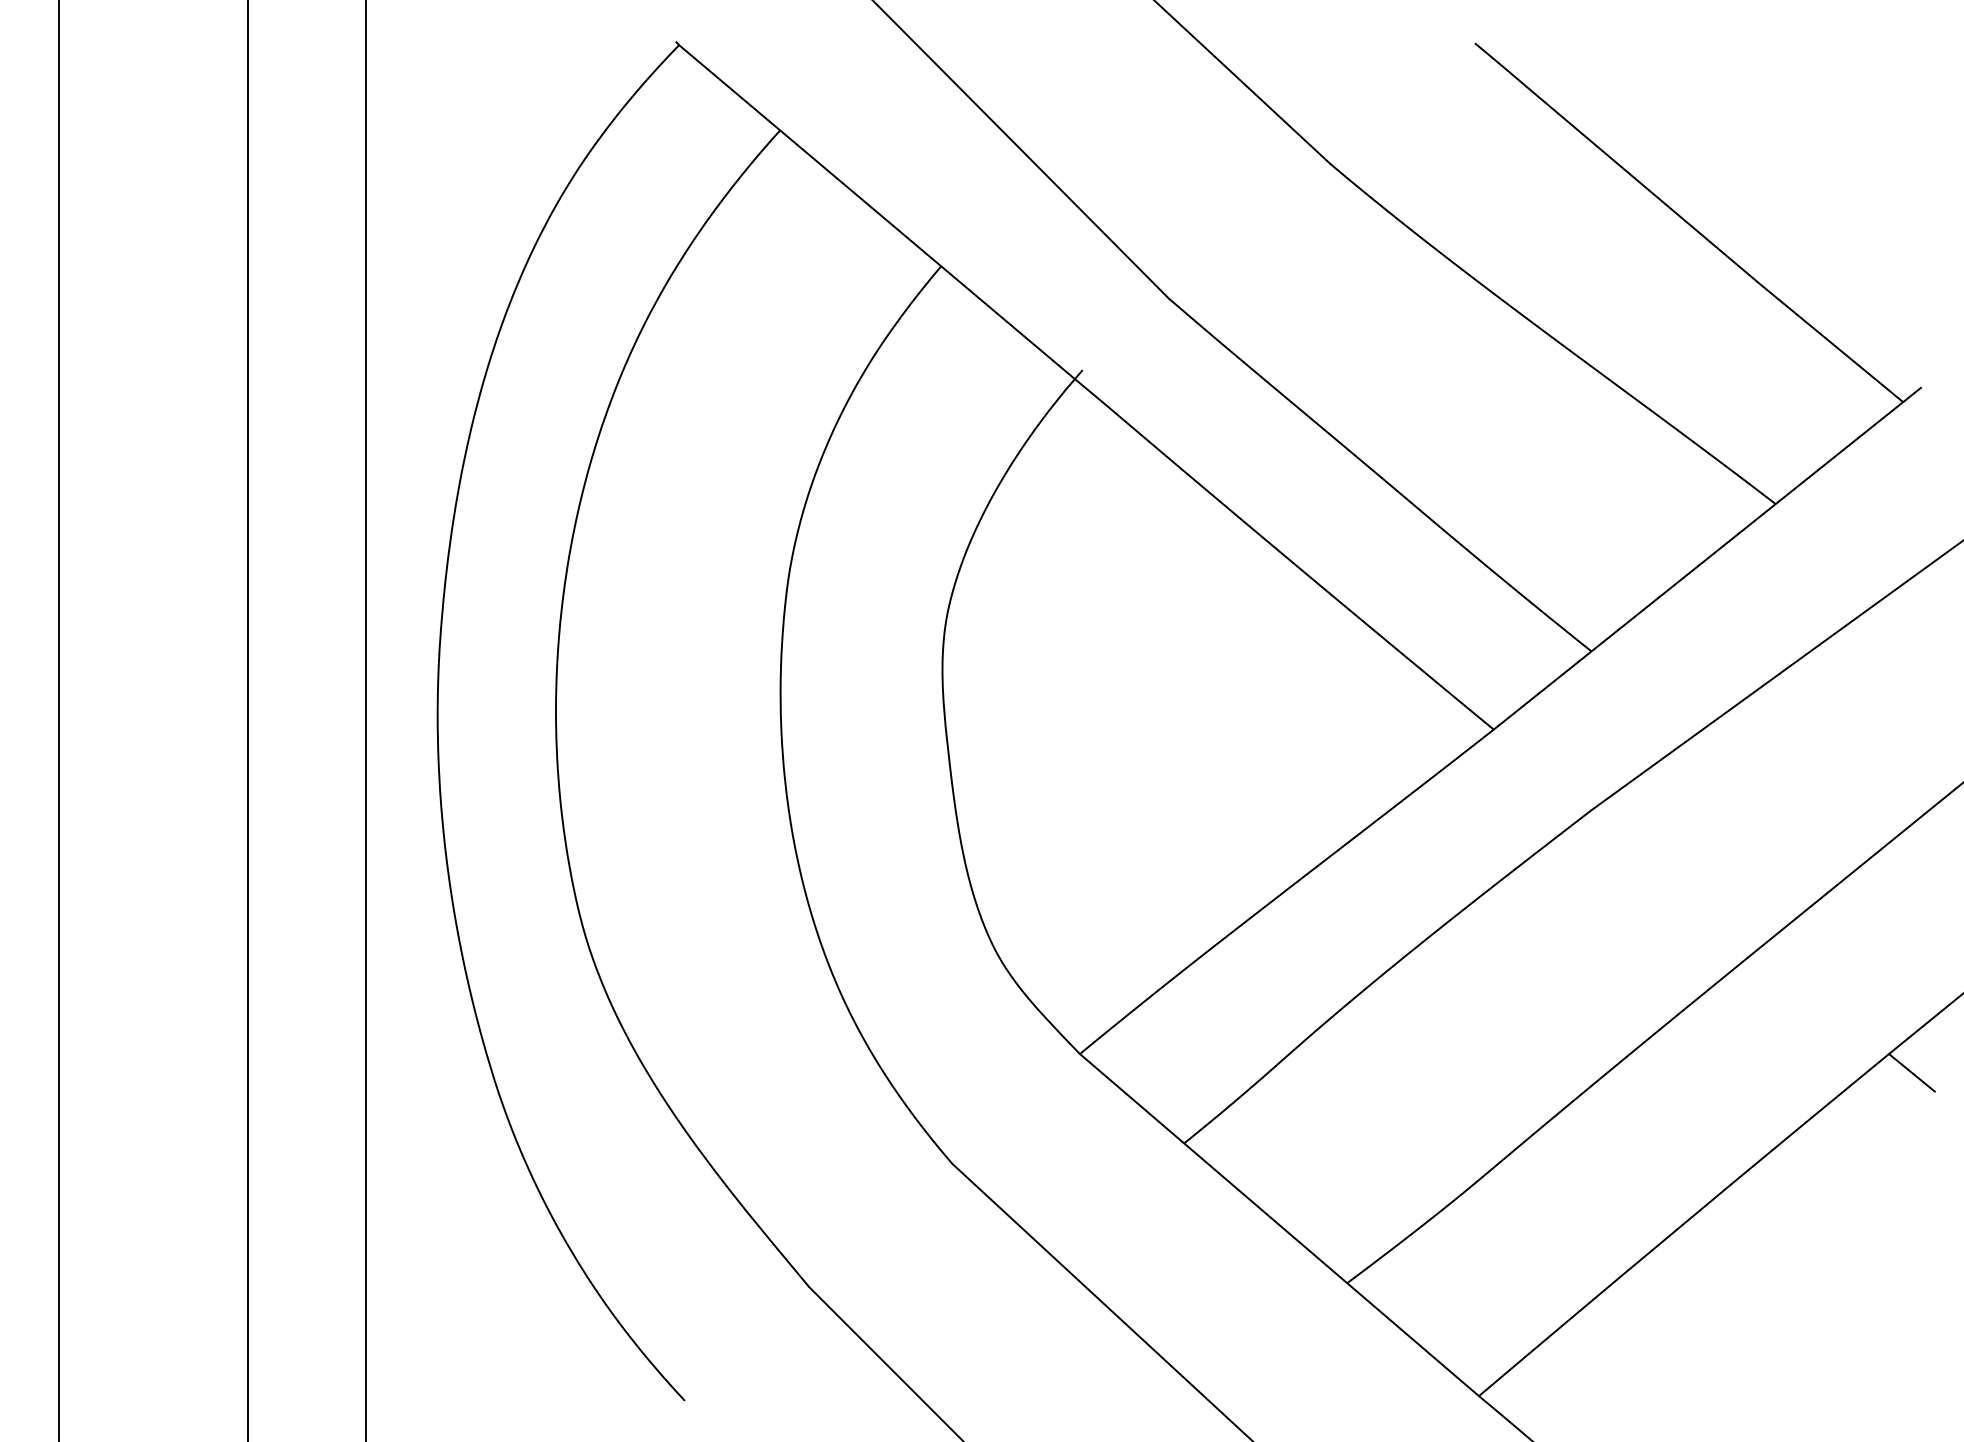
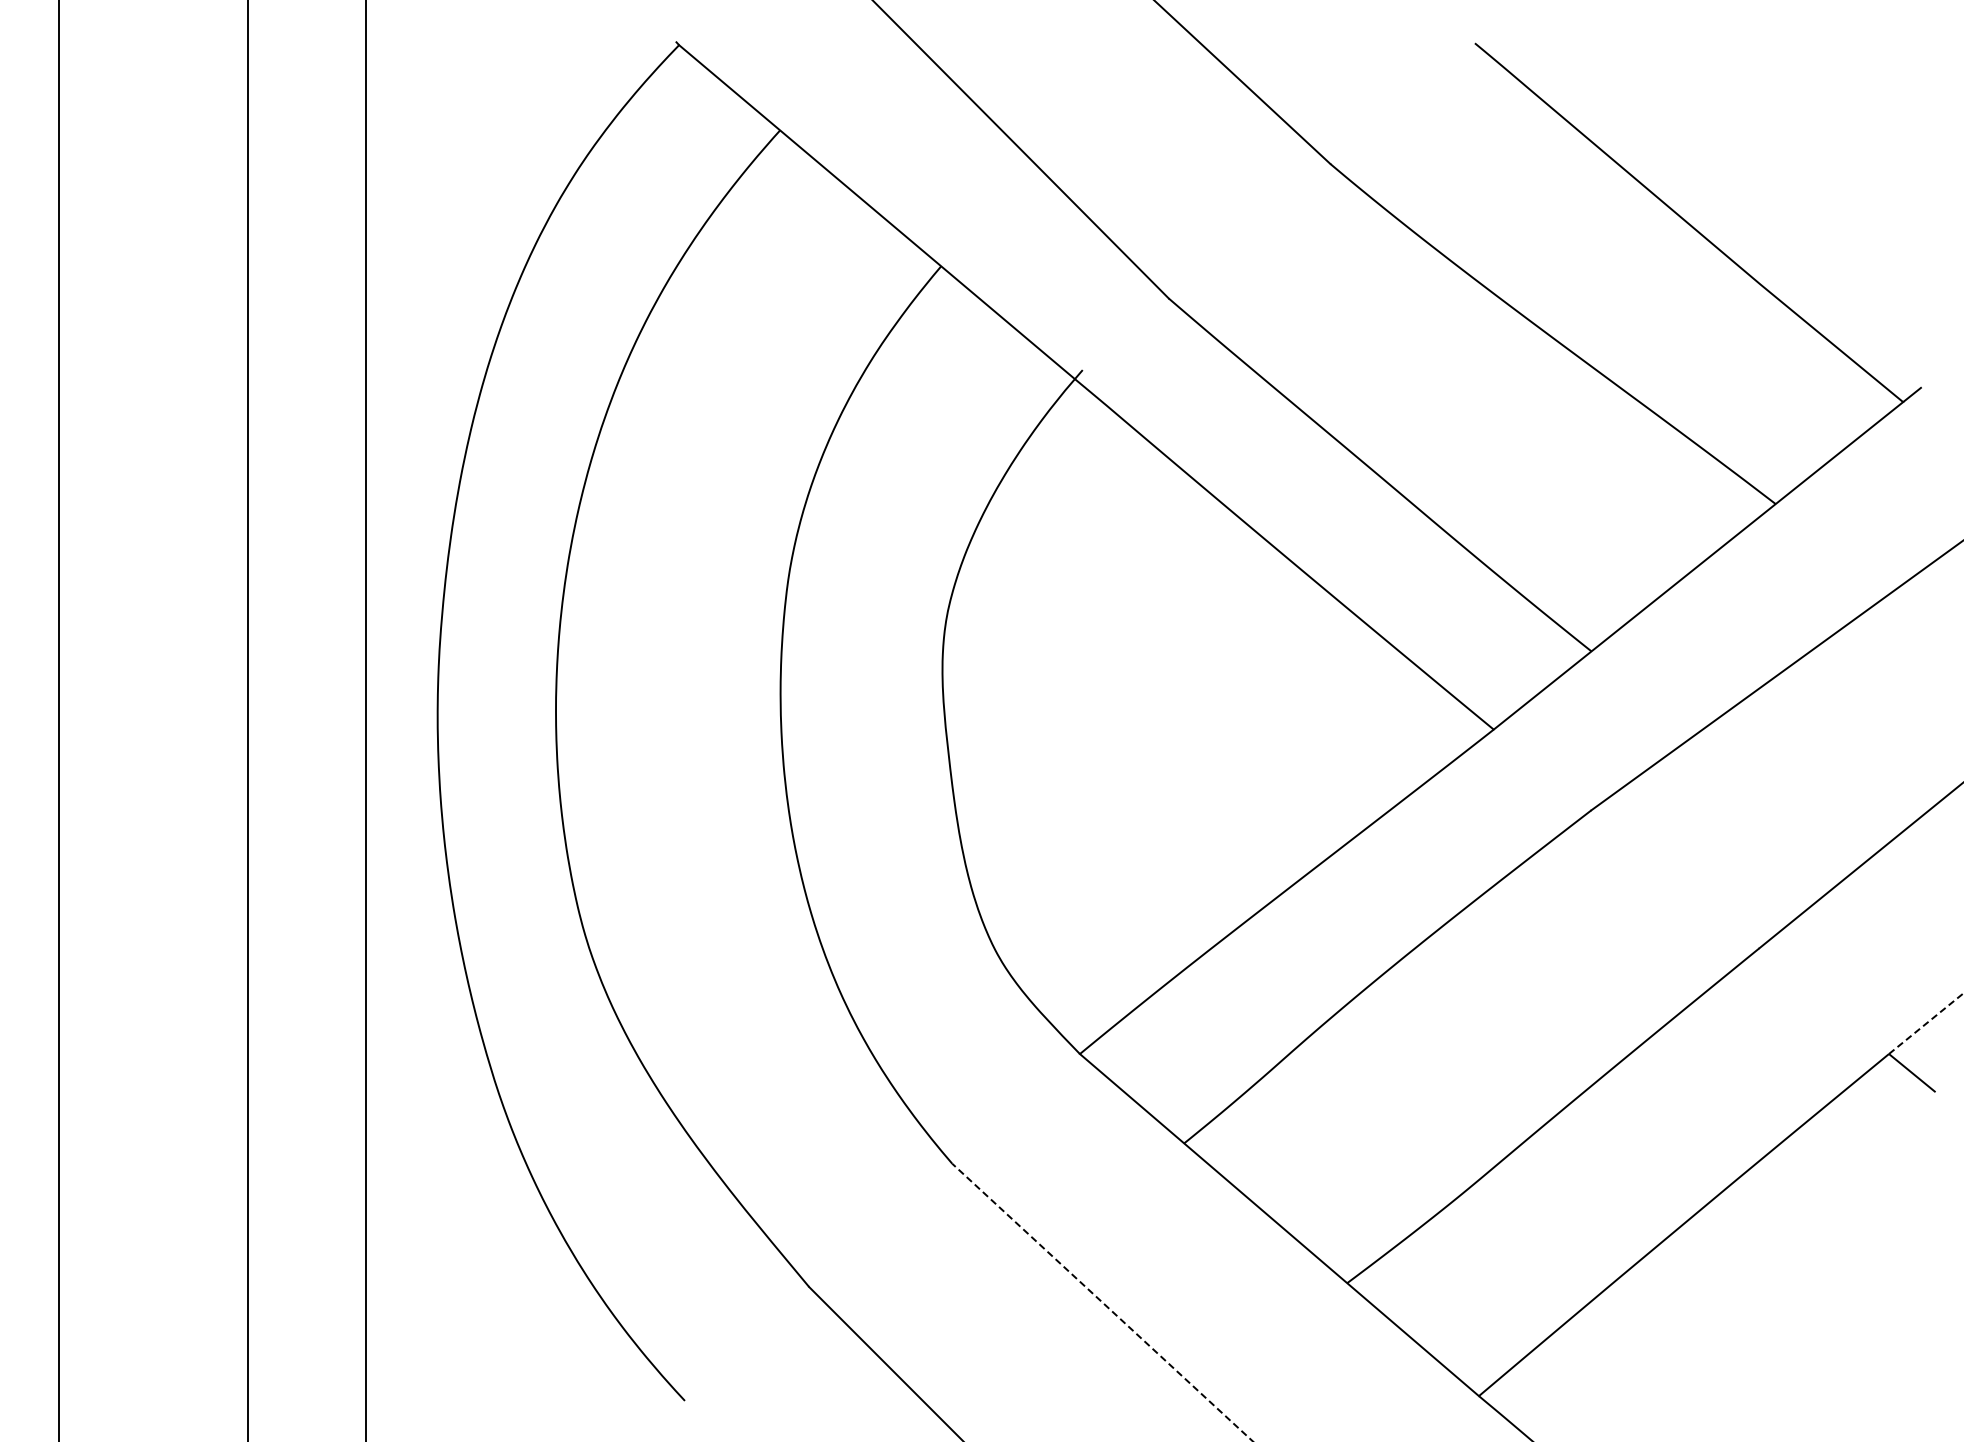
line at (1926, 1023): solid -> dashed
line at (1102, 1302): solid -> dashed
